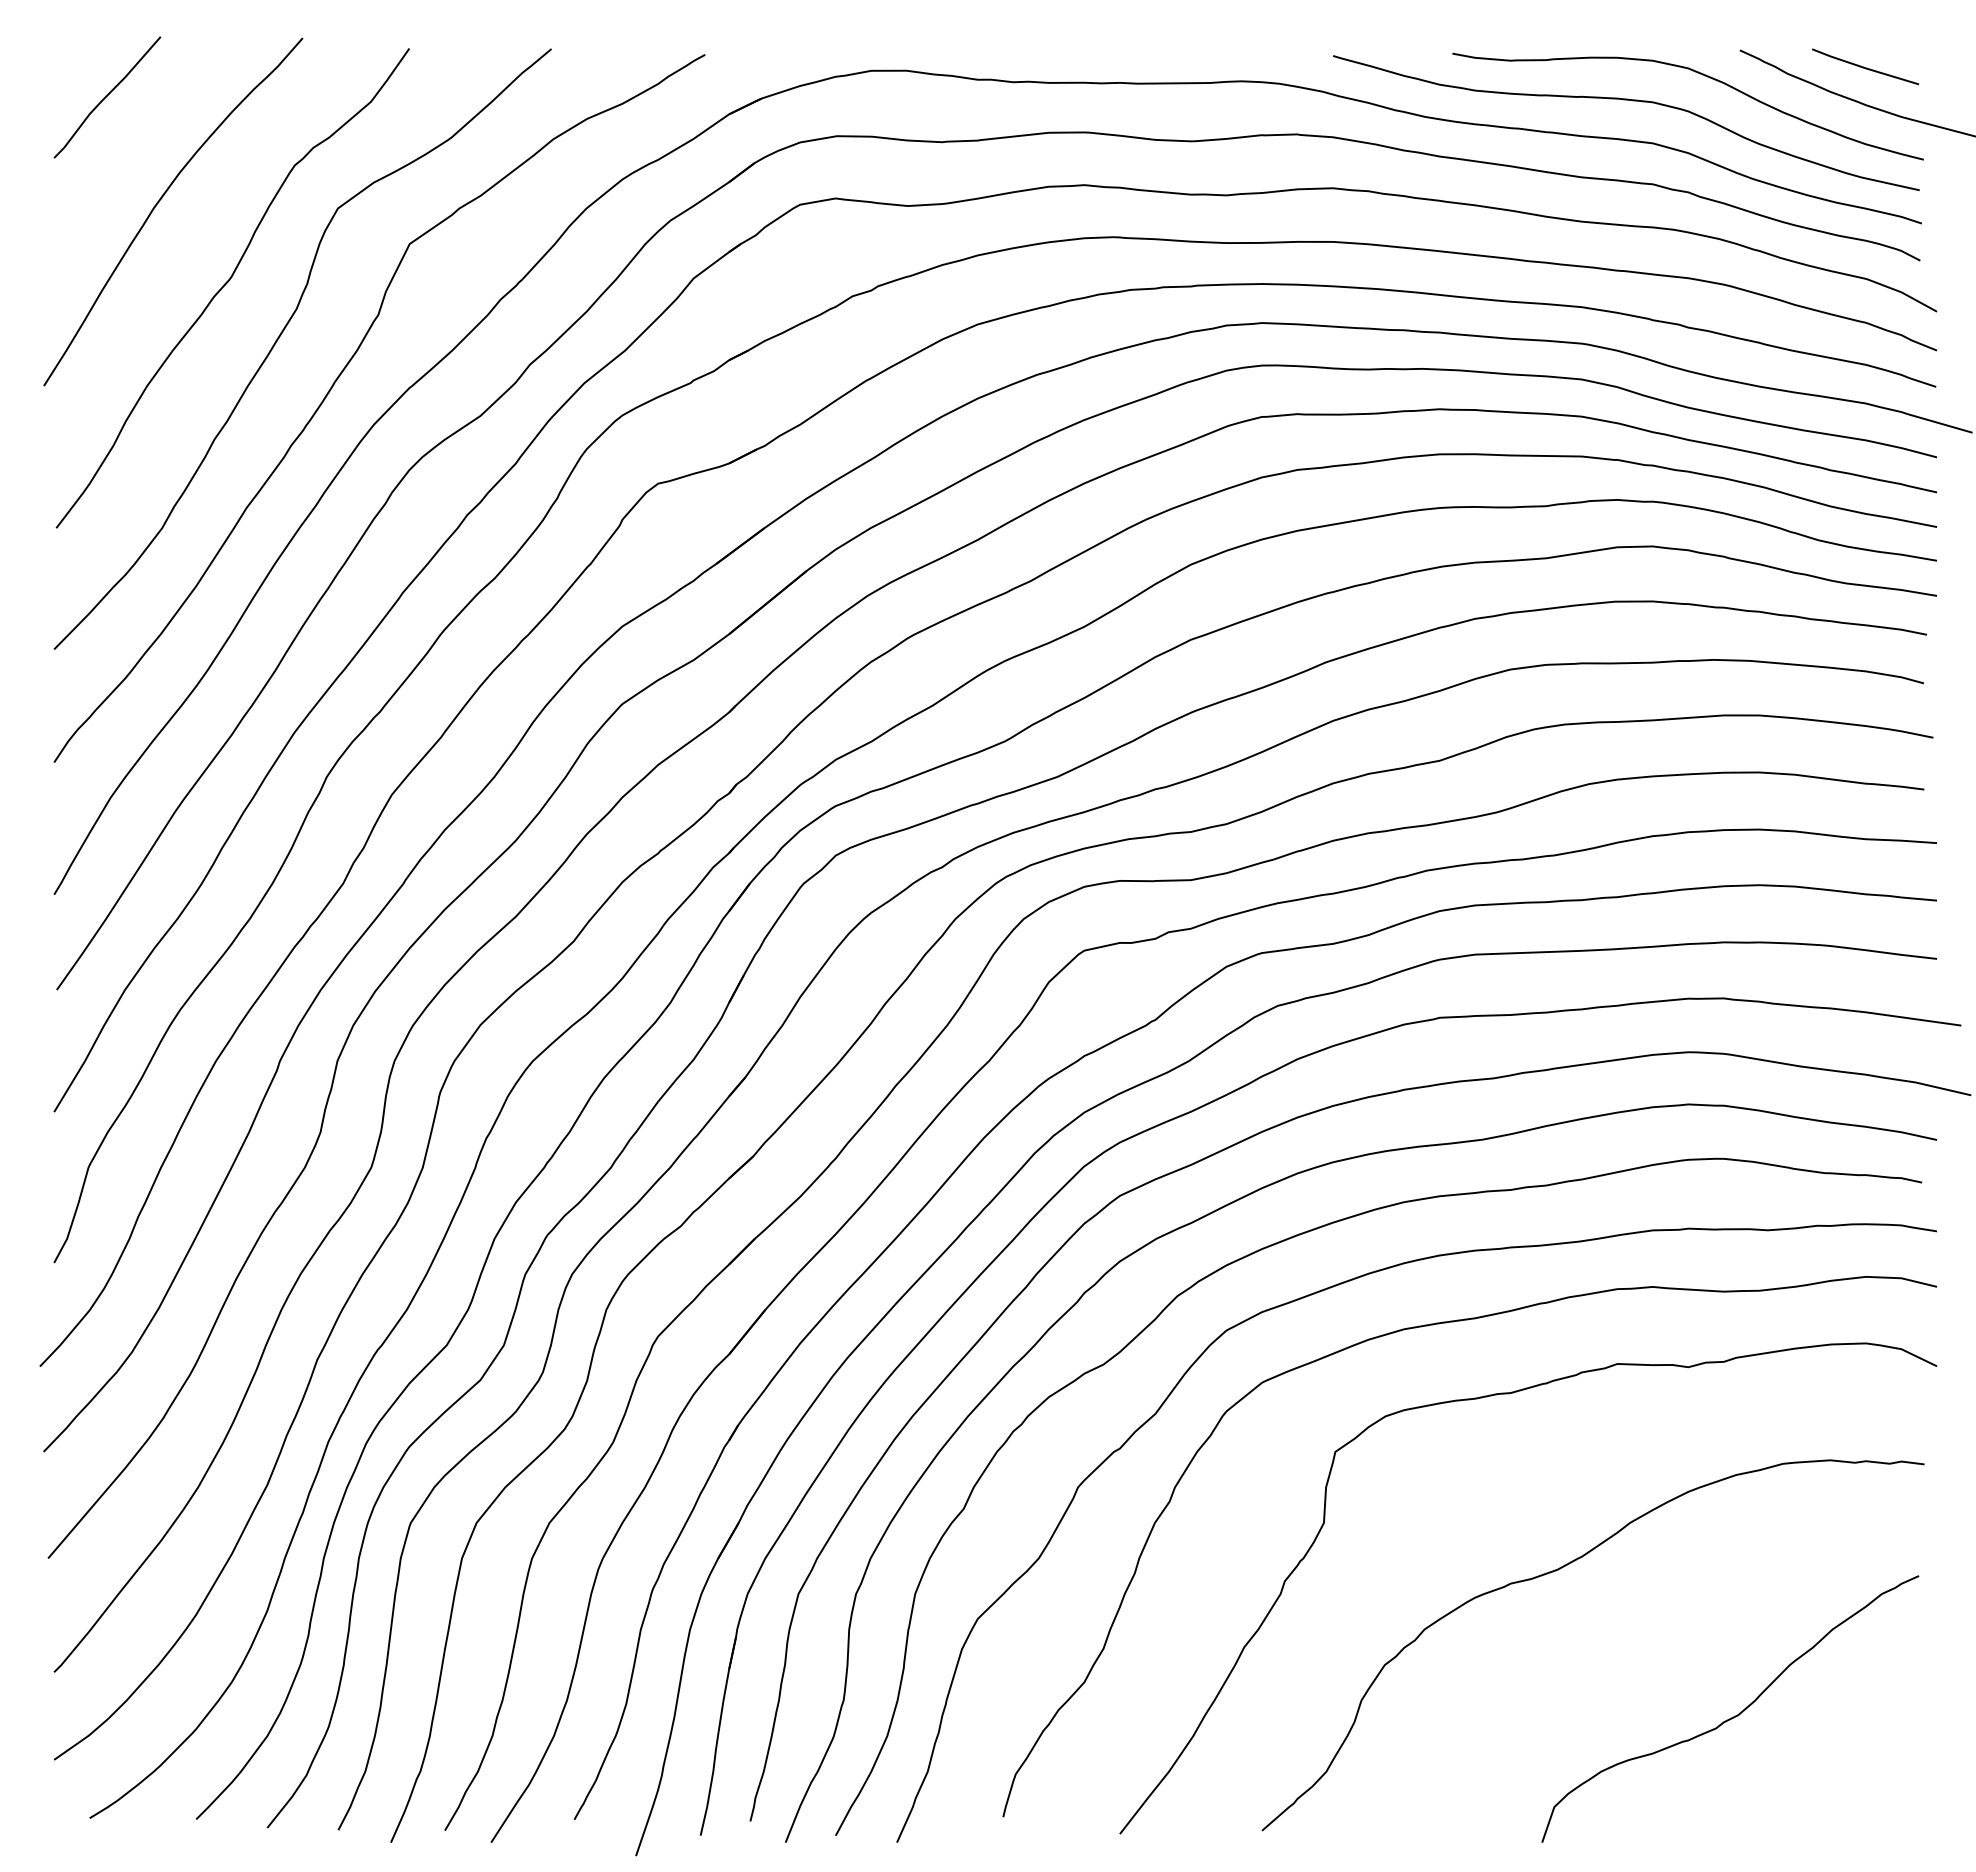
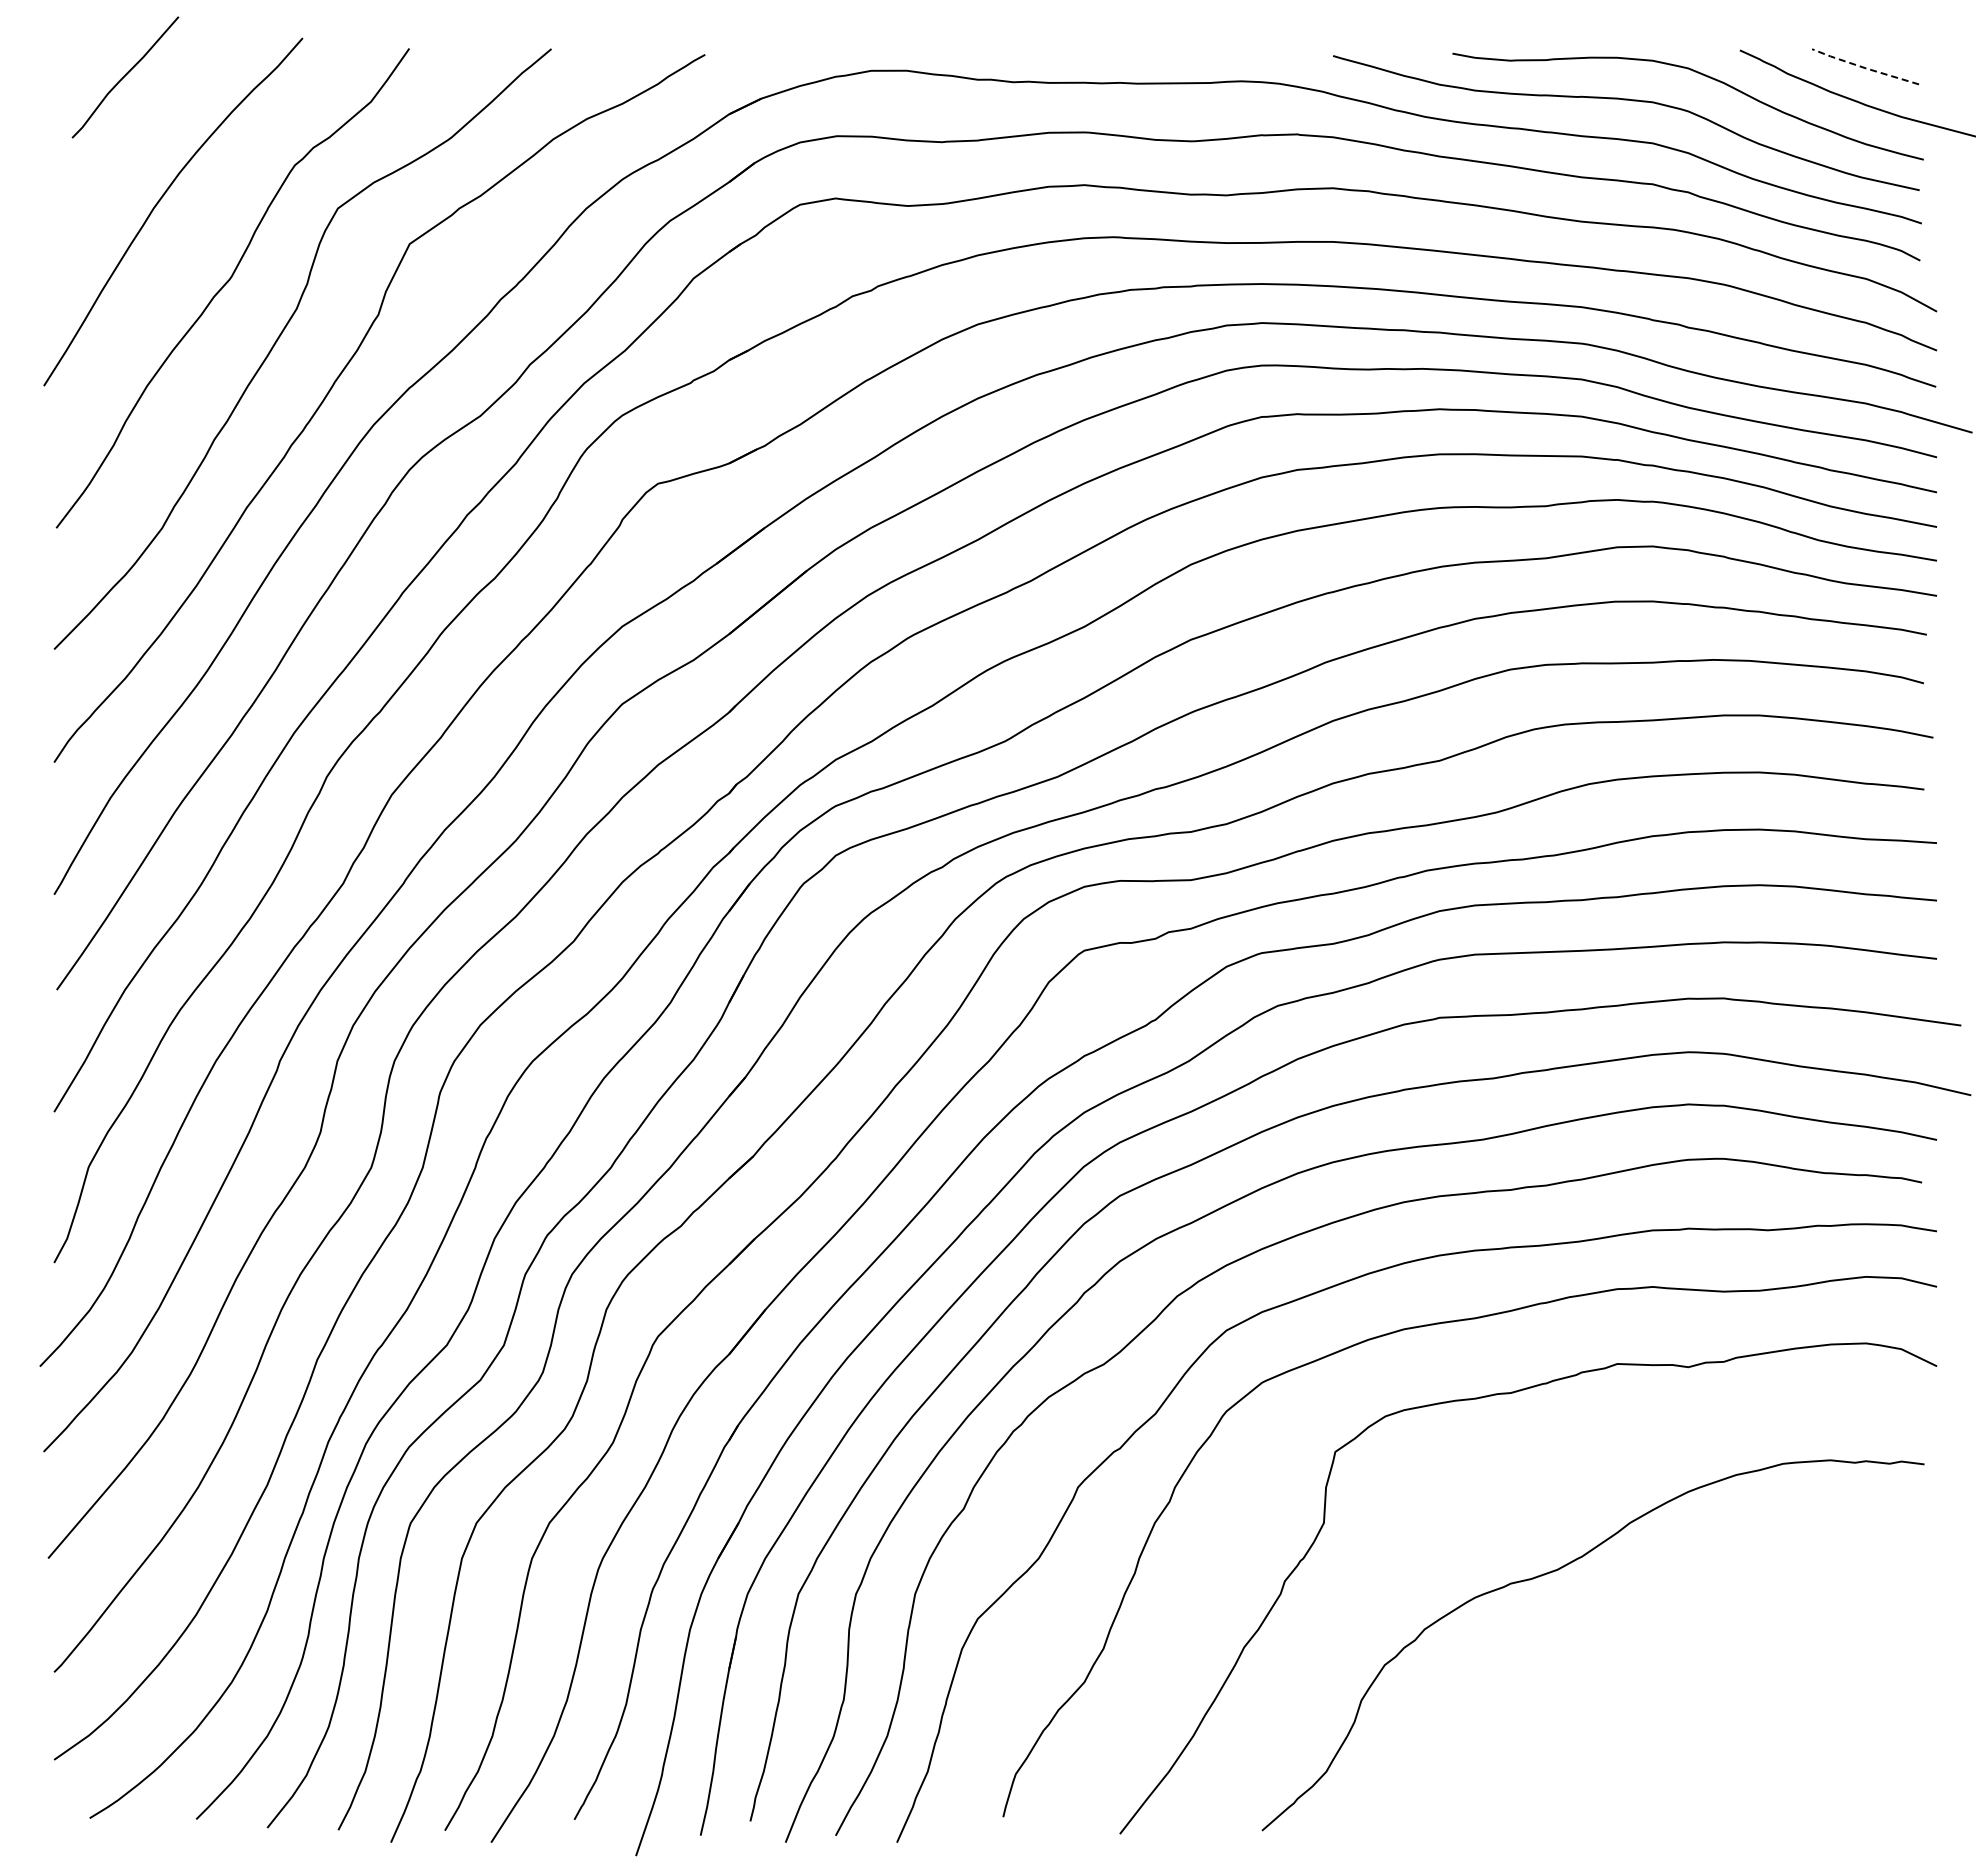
line at (1865, 68): solid -> dashed
curve at (107, 96) position: (107, 96) -> (125, 76)
curve at (1733, 1716): present -> none
